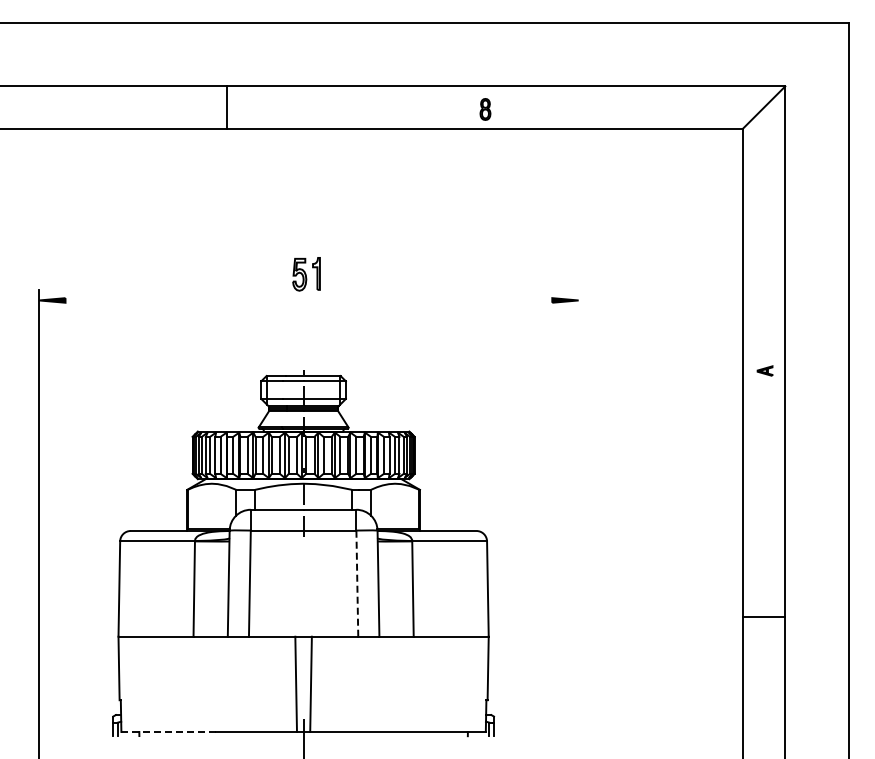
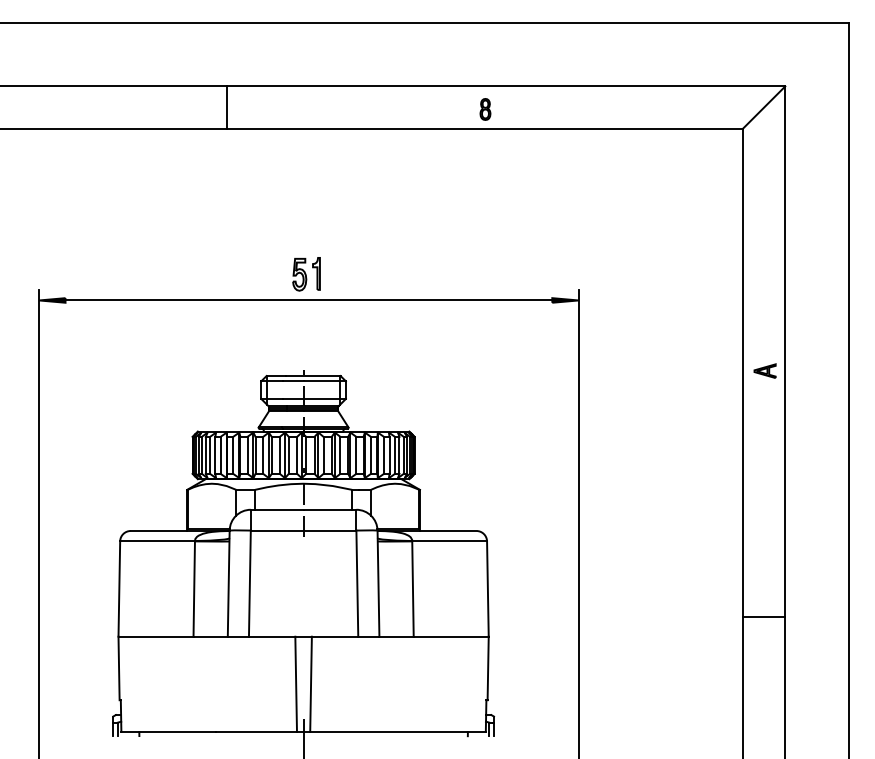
line at (308, 300): none -> present
part at (764, 370) size: 18x12 px -> 24x16 px
line at (578, 522): none -> present
line at (357, 583): dashed -> solid
line at (169, 731): dashed -> solid
